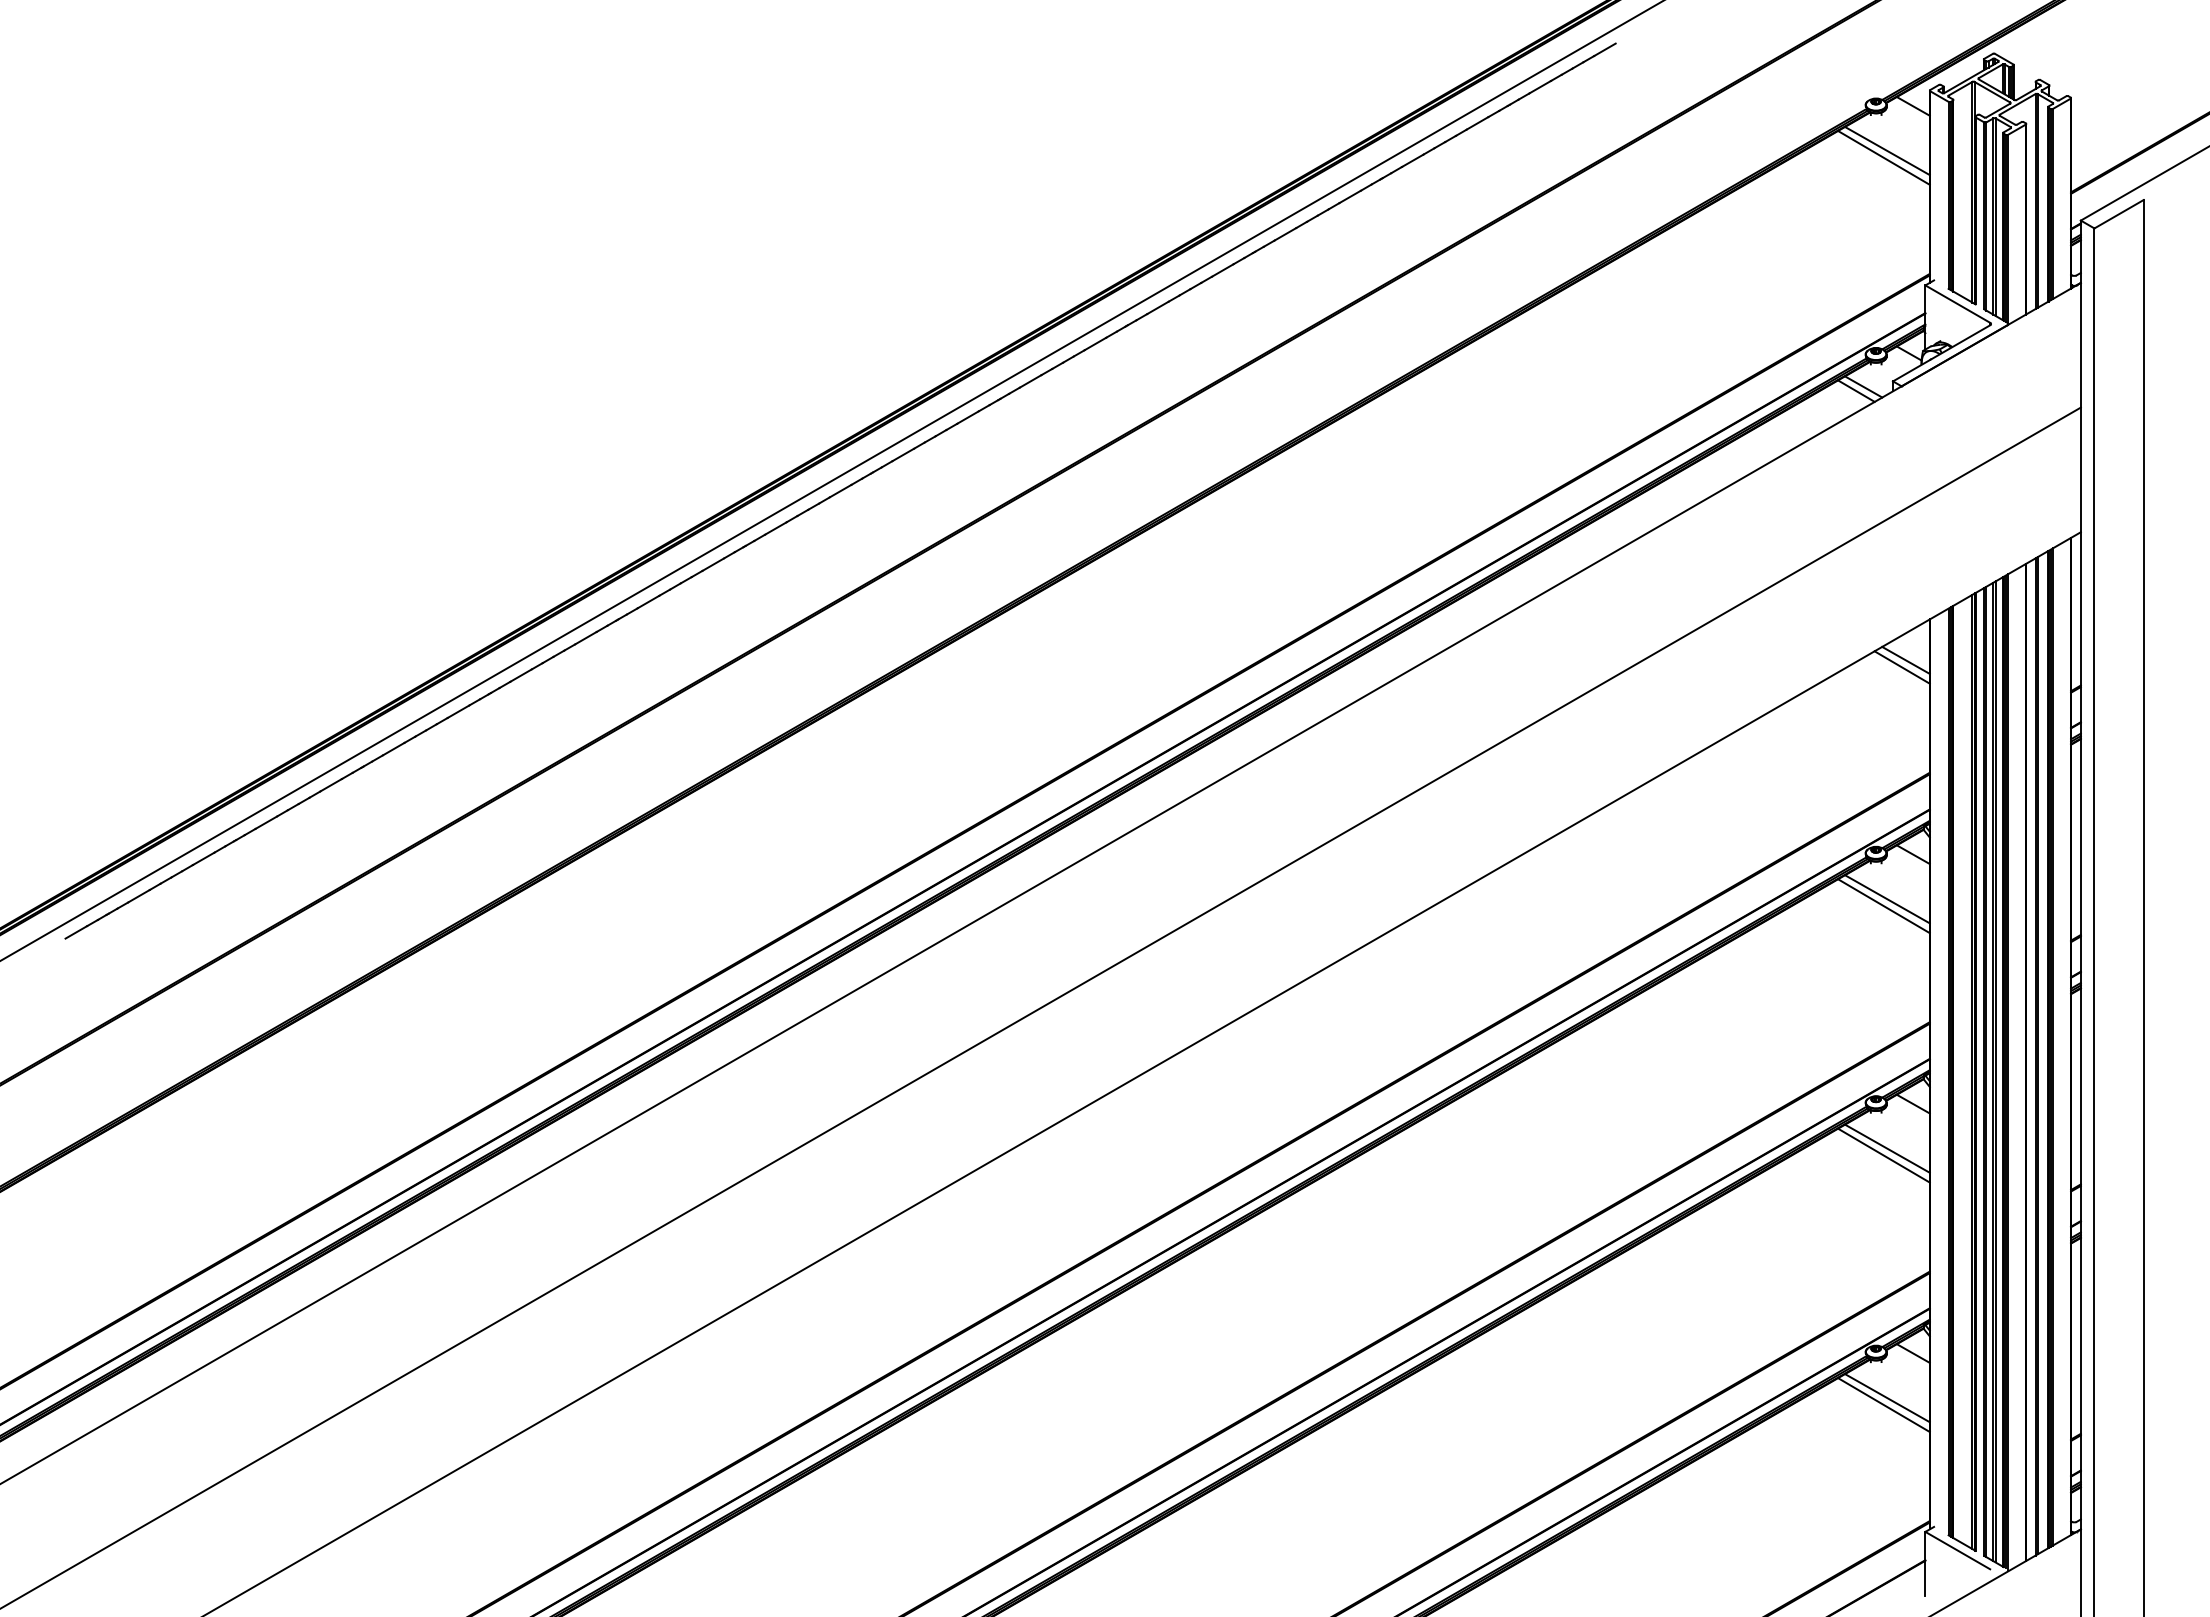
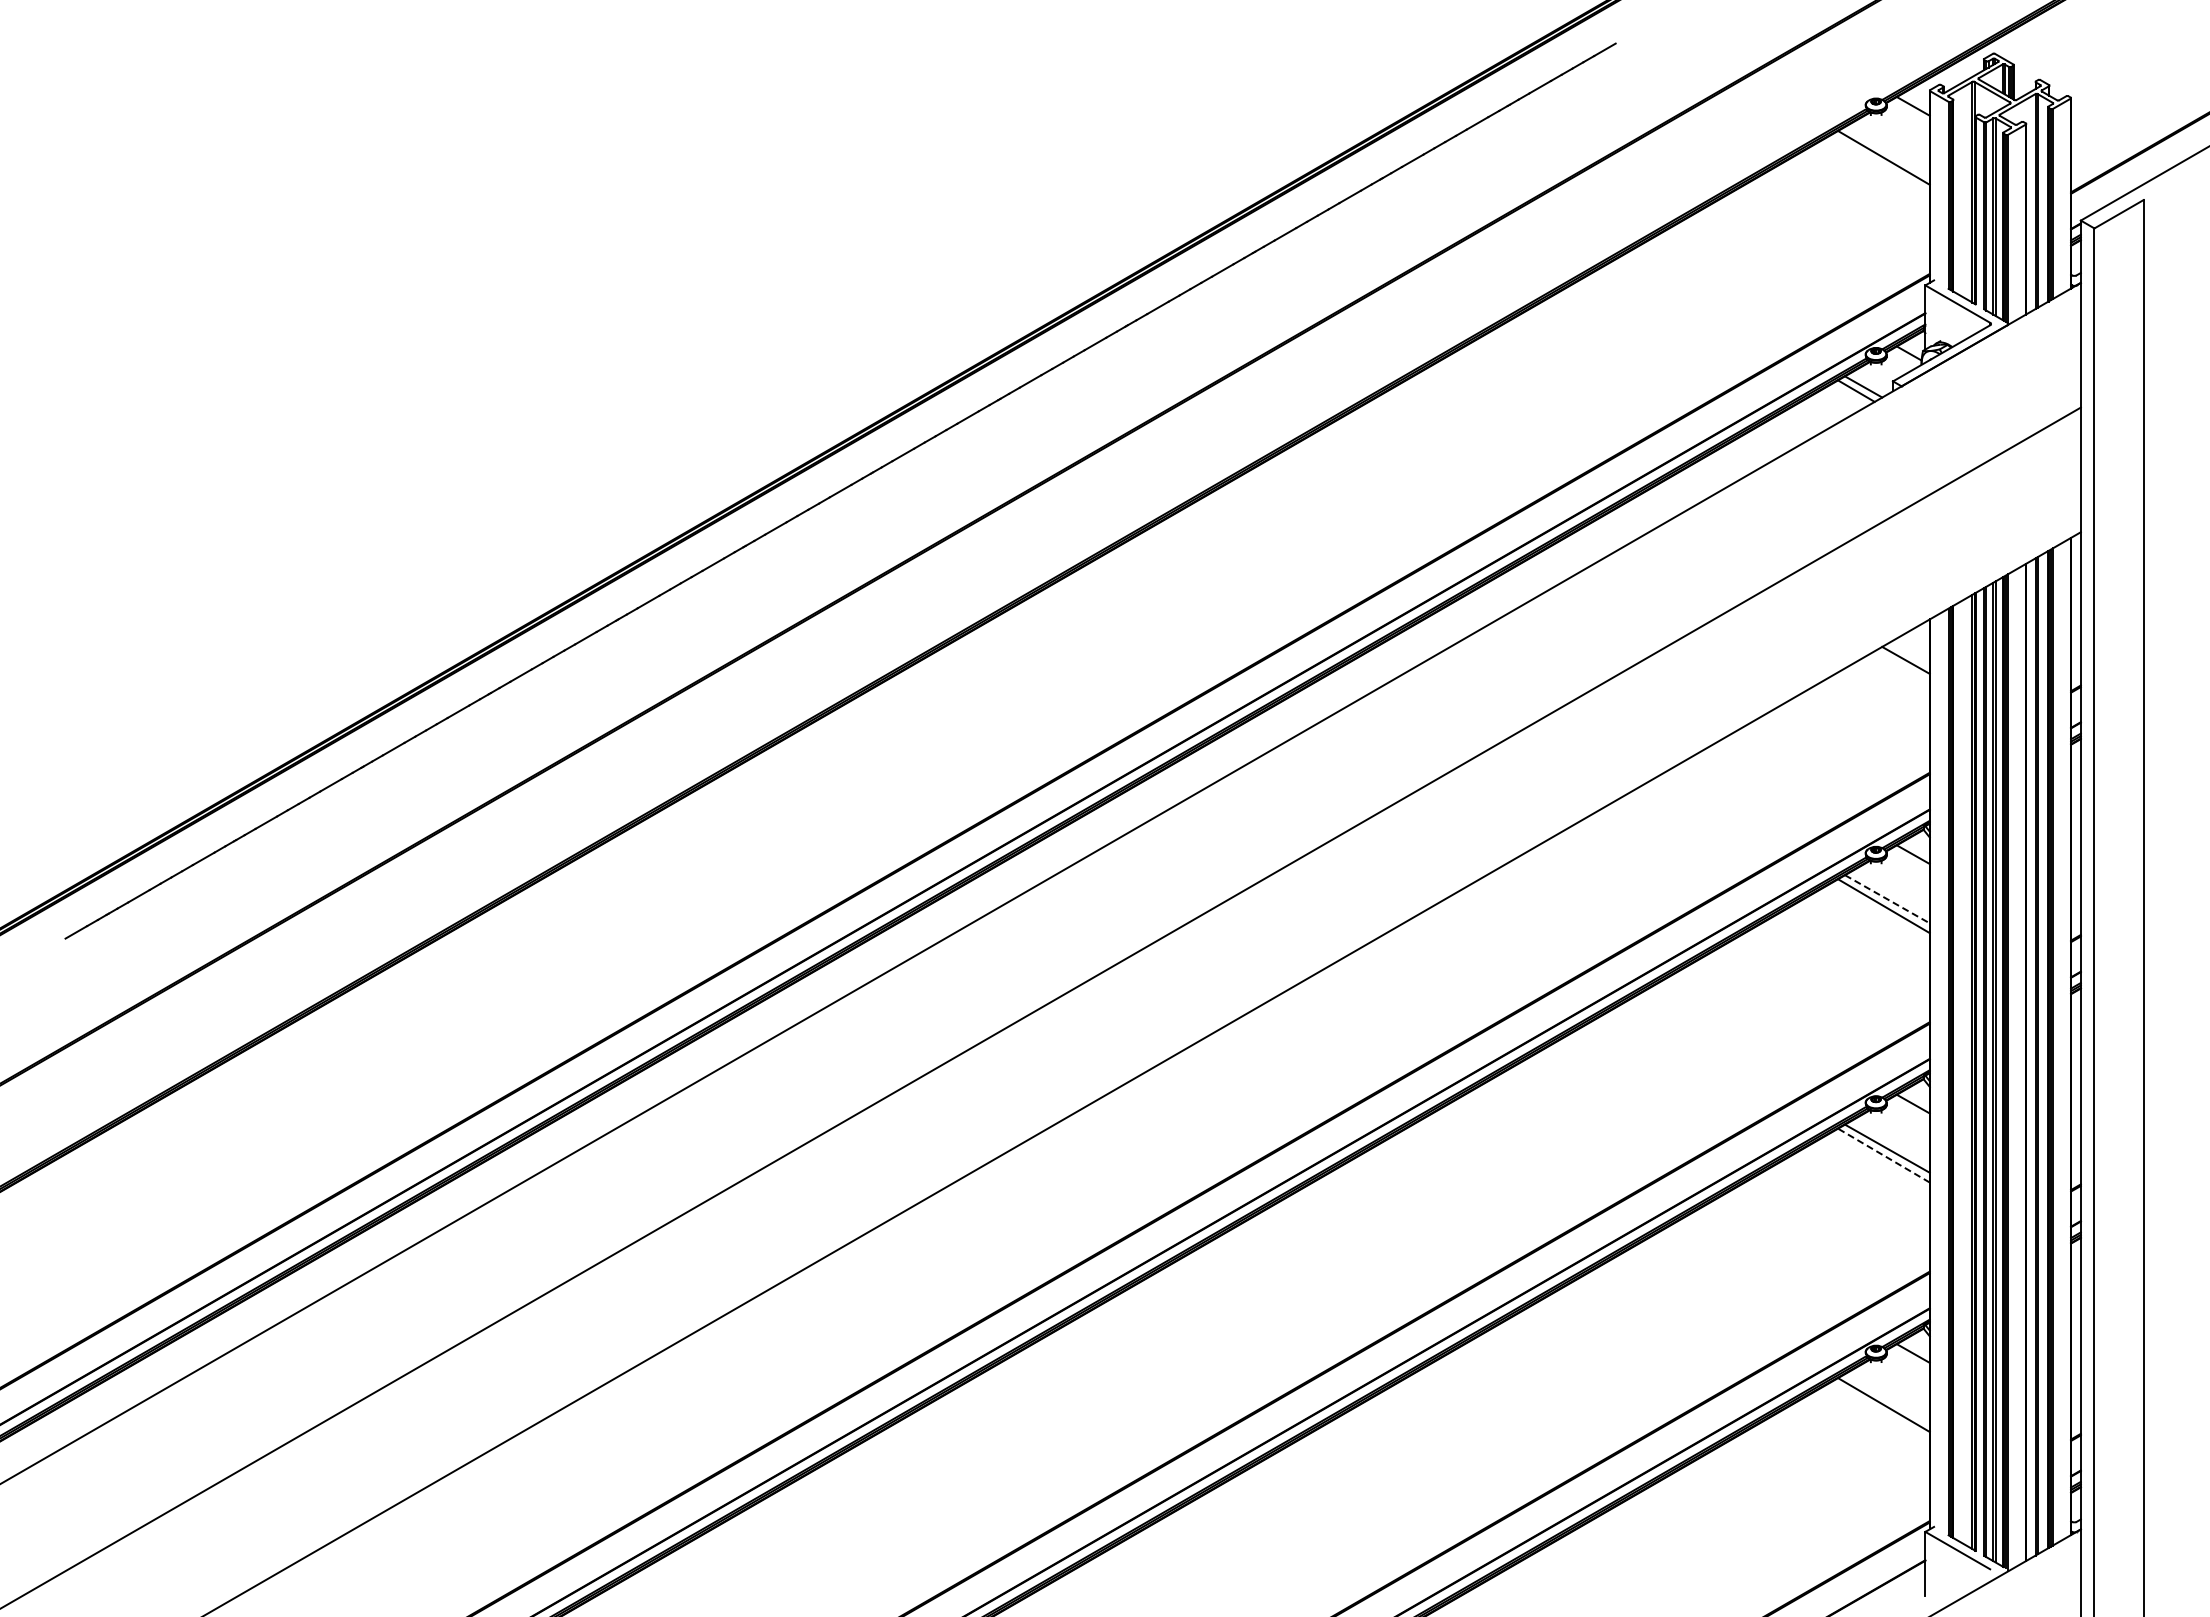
line at (1887, 150): present -> none
line at (831, 480): present -> none
line at (1901, 667): present -> none
line at (1887, 899): solid -> dashed
line at (1883, 1155): solid -> dashed
line at (1887, 1398): present -> none
